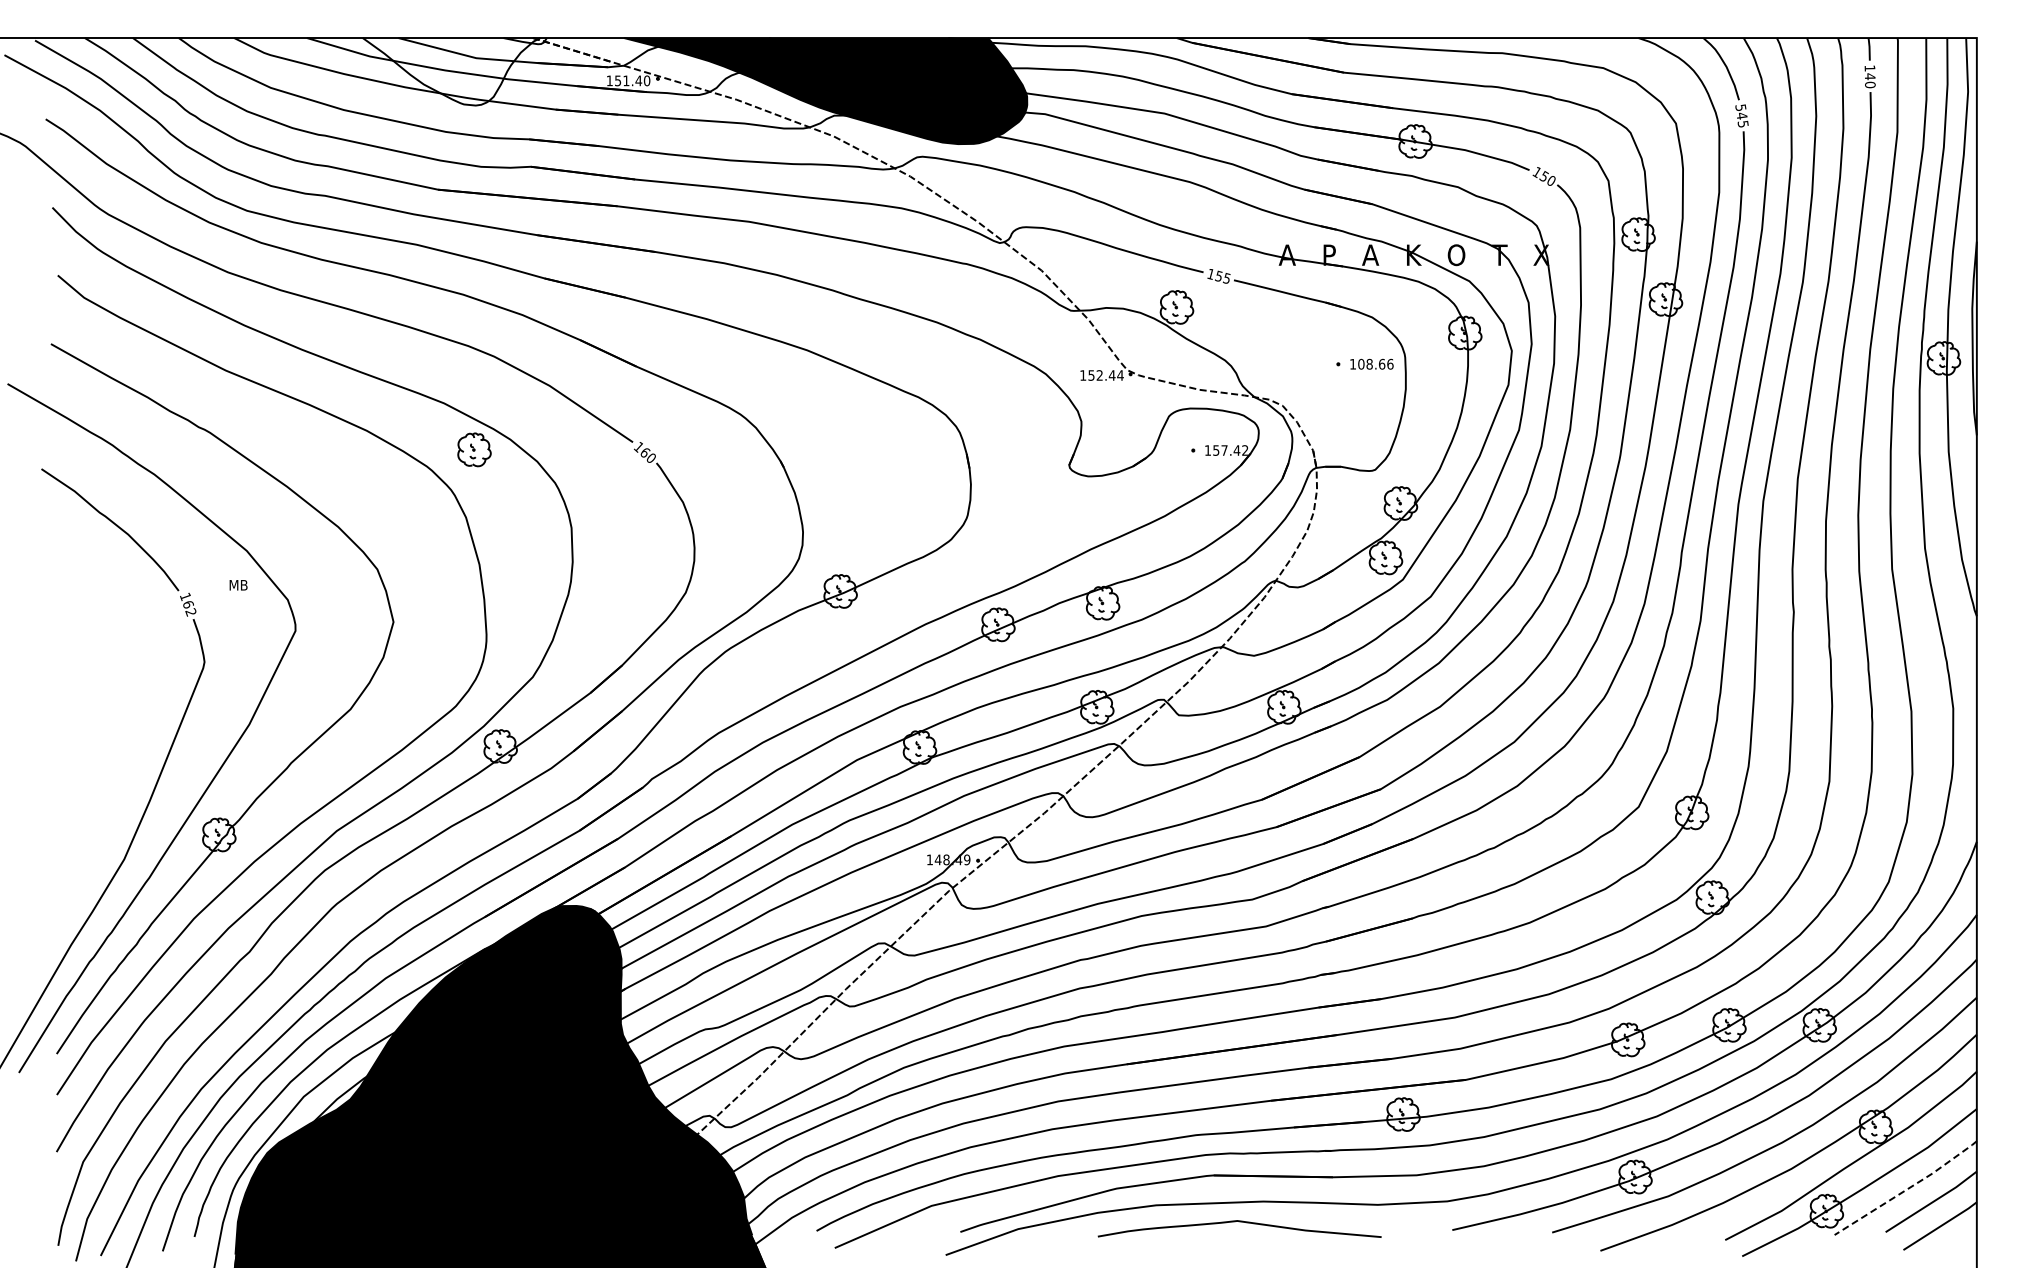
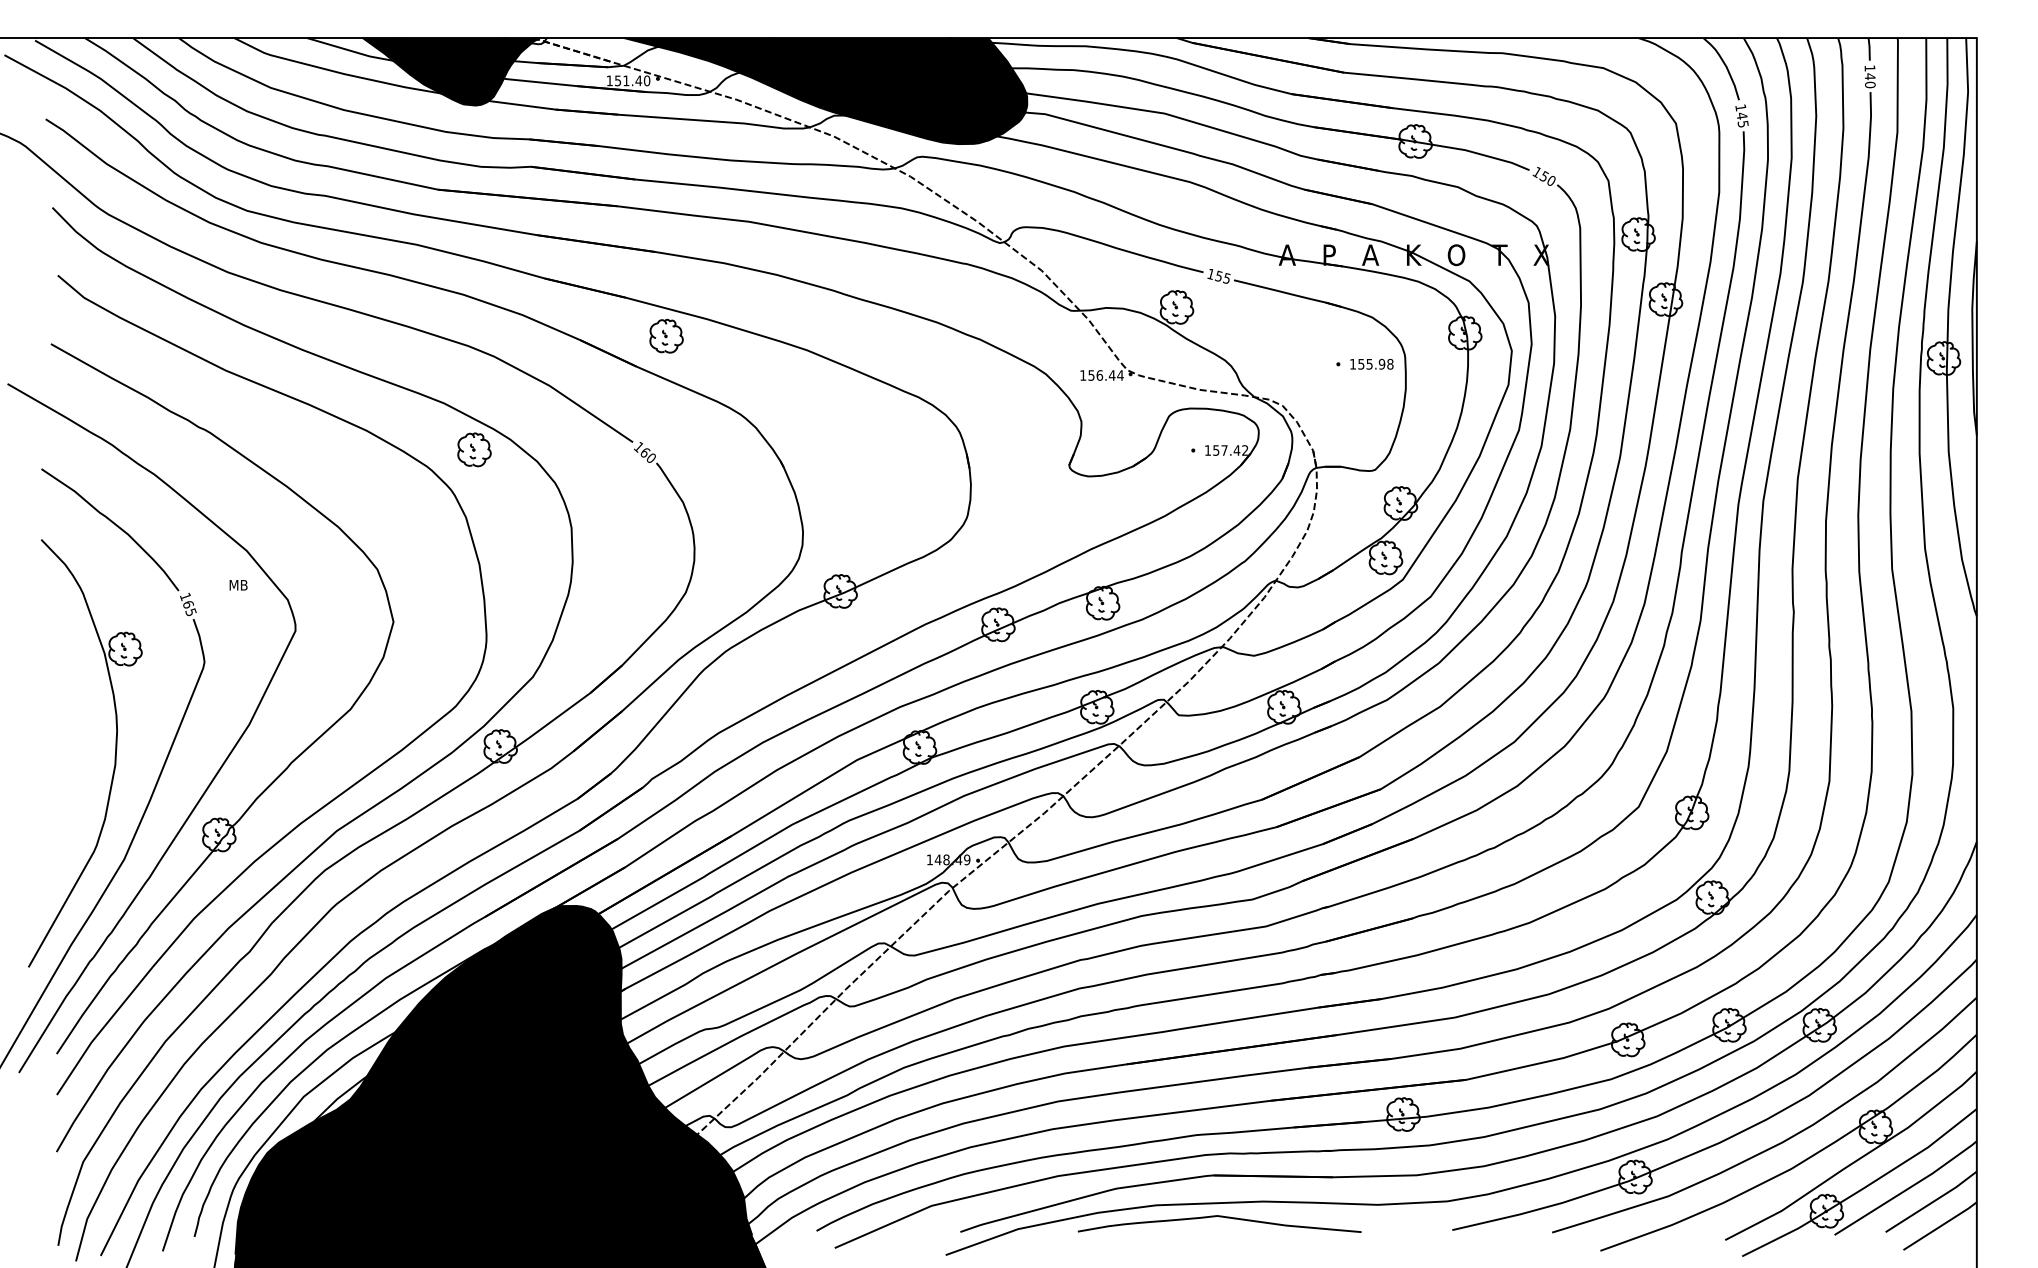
fill at (451, 71): none -> present
text at (1740, 107): 545 -> 145
part at (666, 335): none -> present
text at (1375, 363): 108.66 -> 155.98
text at (1099, 375): 152.44 -> 156.44
text at (190, 612): 162 -> 165
part at (114, 756): none -> present
line at (1907, 1188): dashed -> solid
curve at (1239, 1222) position: (1239, 1222) -> (1219, 1217)
